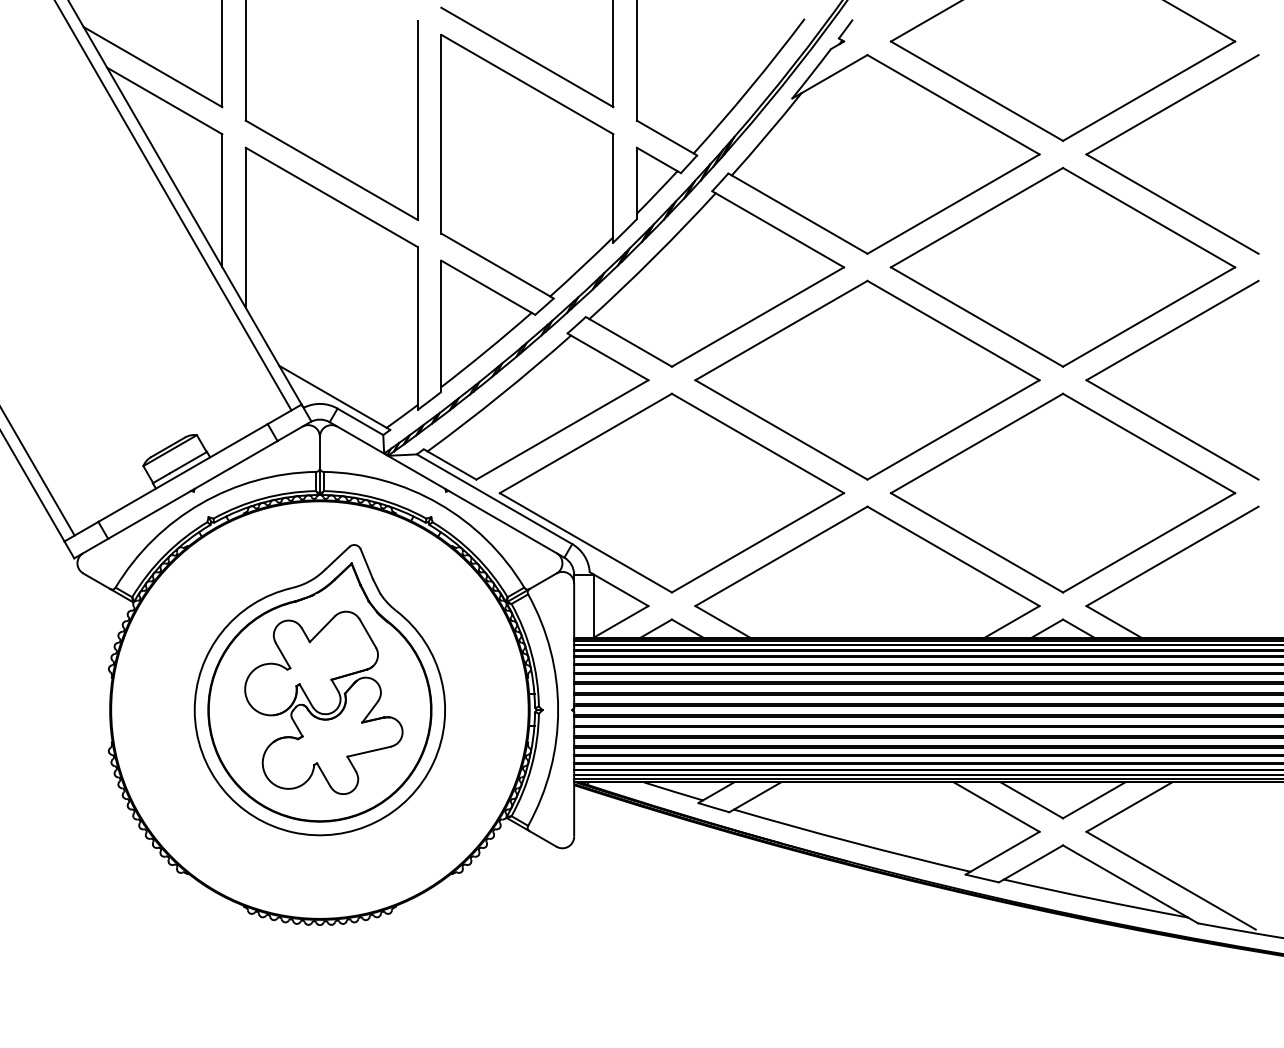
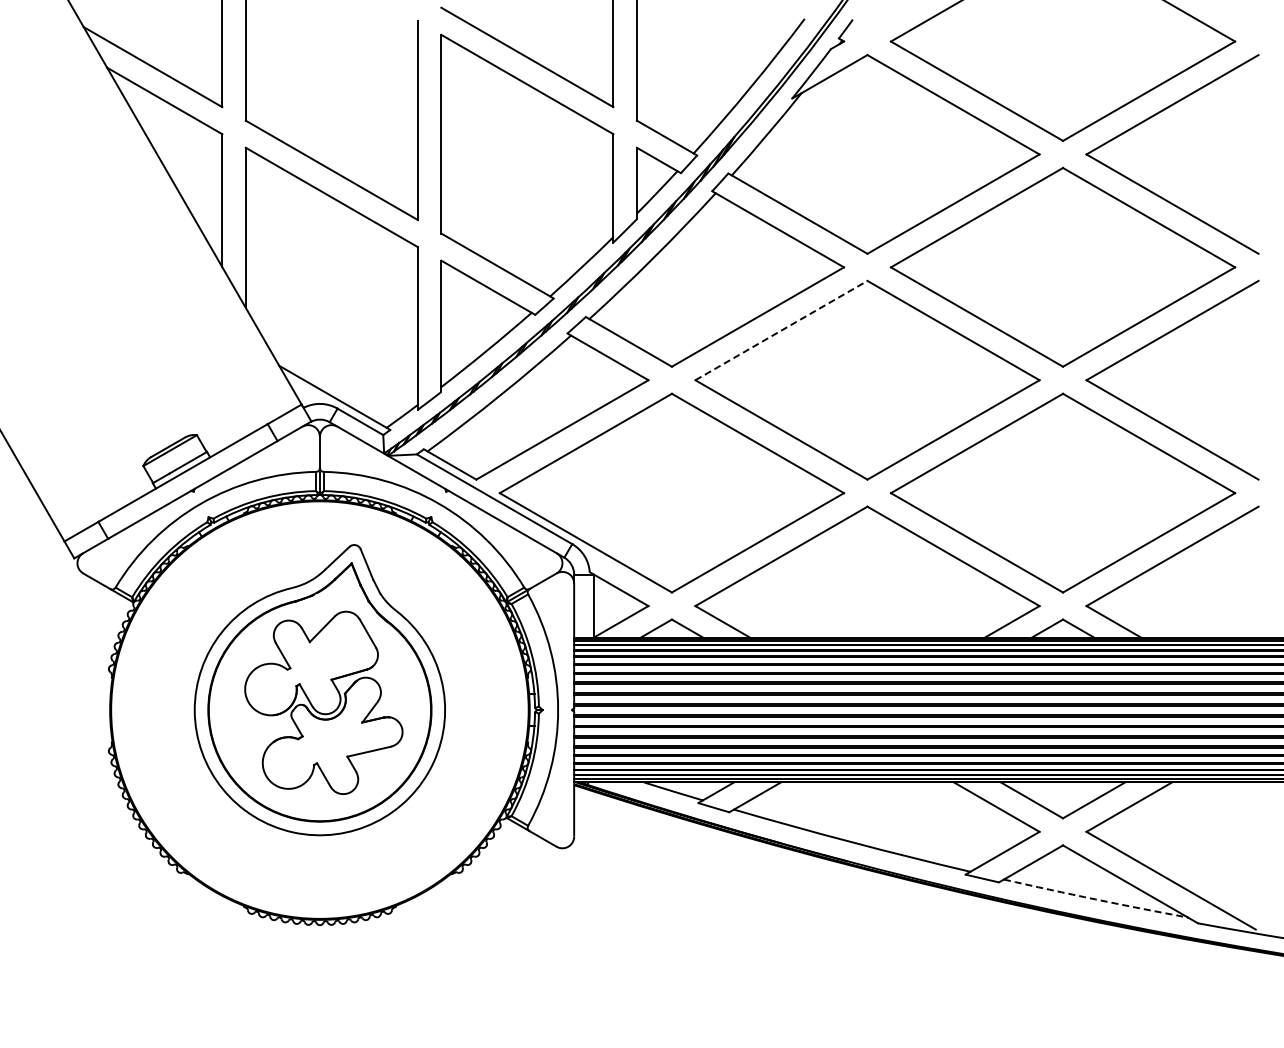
line at (173, 206): present -> none
line at (781, 330): solid -> dashed
line at (38, 472): present -> none
arc at (1095, 899): solid -> dashed
